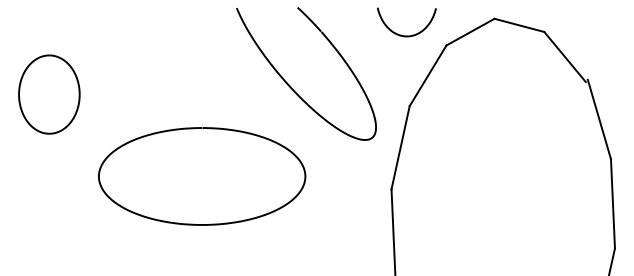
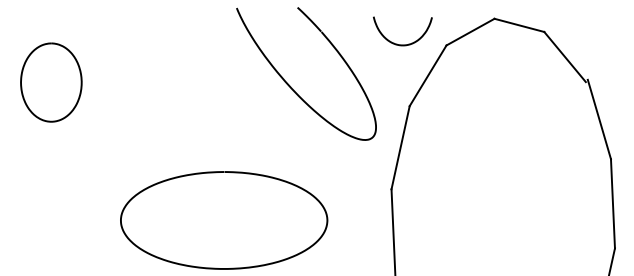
curve at (401, 34) position: (401, 34) -> (397, 43)
curve at (78, 94) position: (78, 94) -> (80, 82)
curve at (210, 129) position: (210, 129) -> (232, 173)
